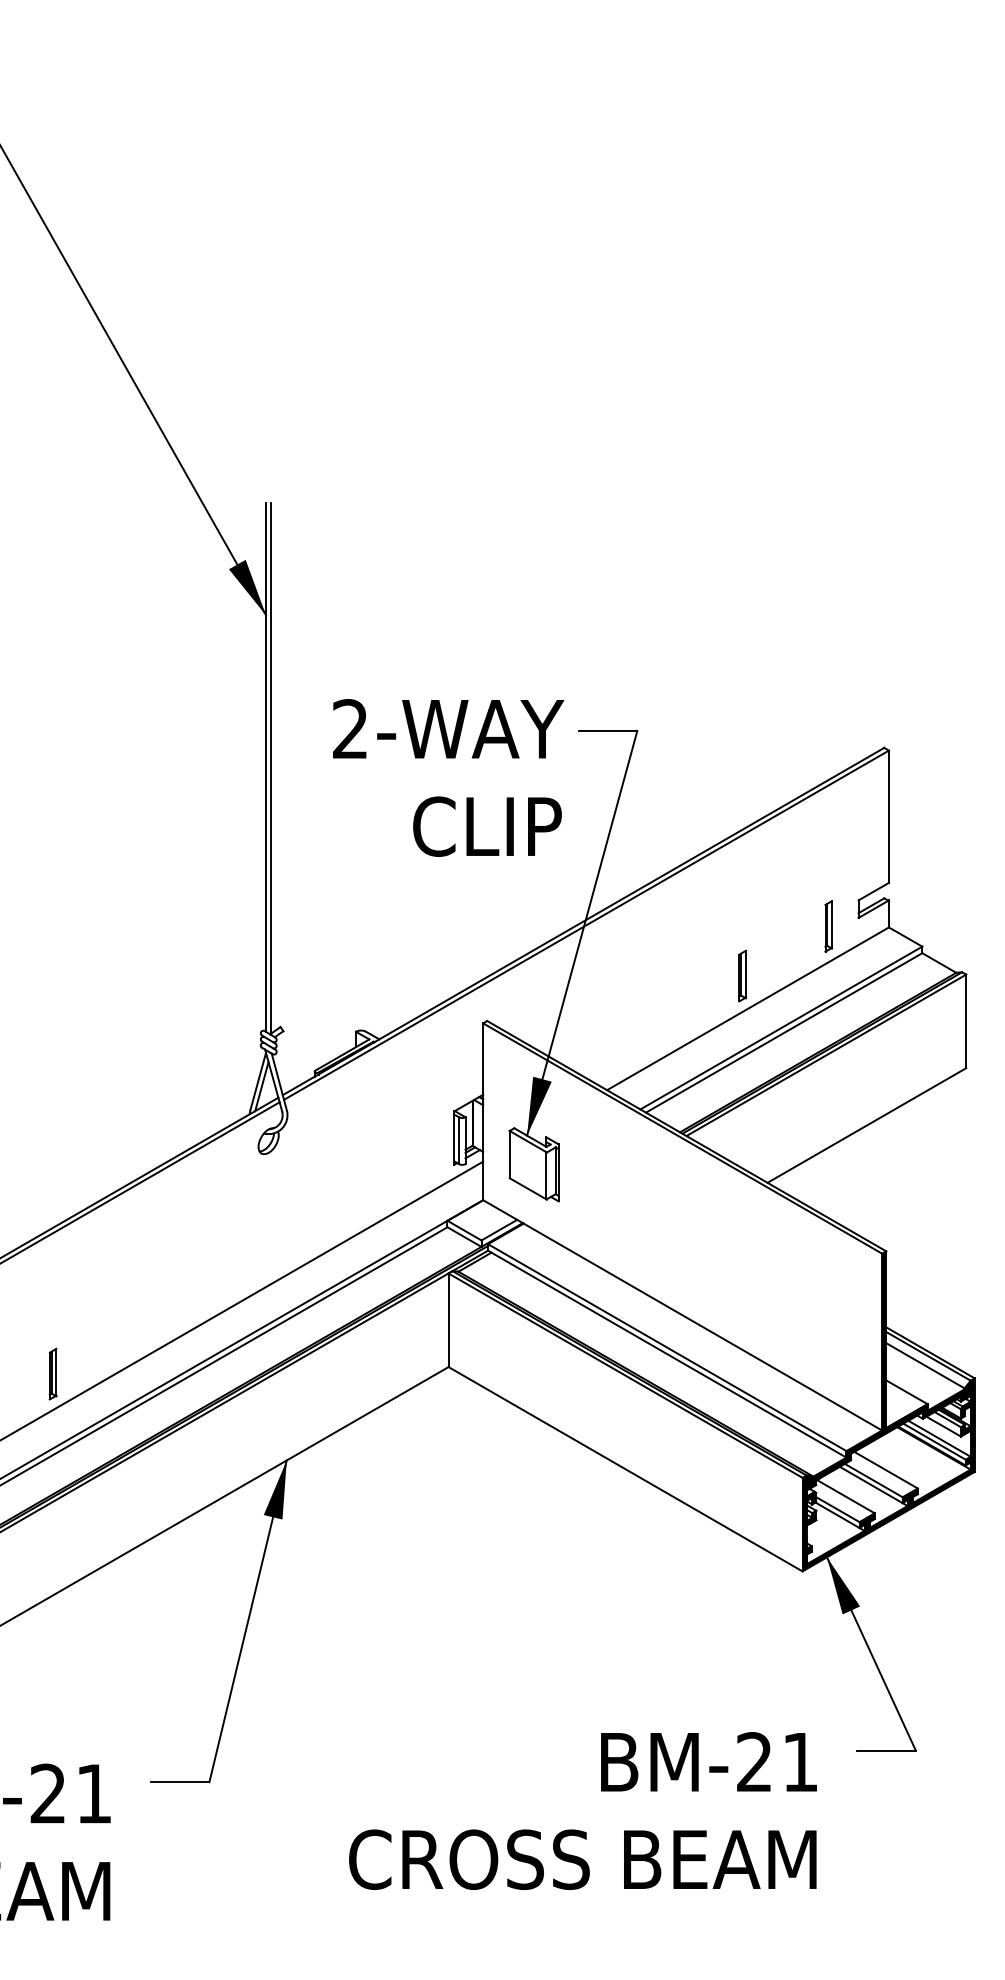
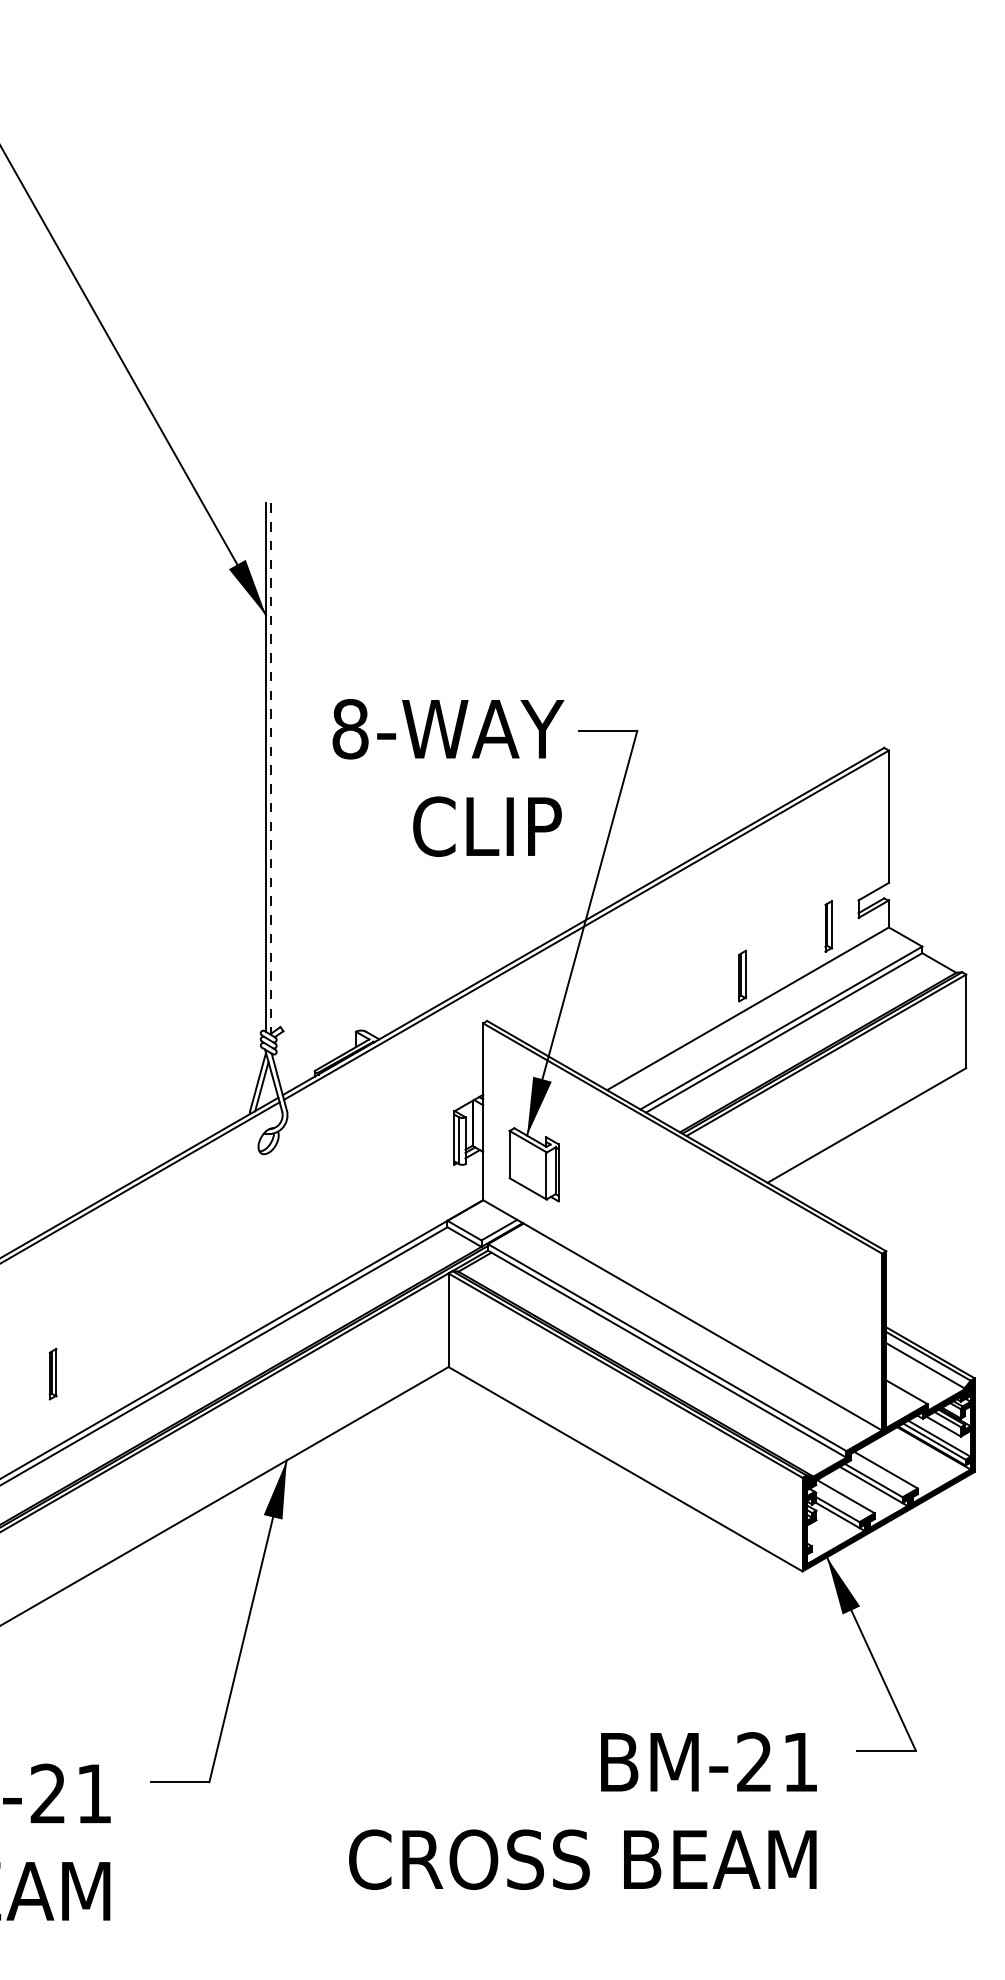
text at (350, 729): 2-WAY -> 8-WAY
line at (271, 769): solid -> dashed
line at (242, 1300): present -> none
